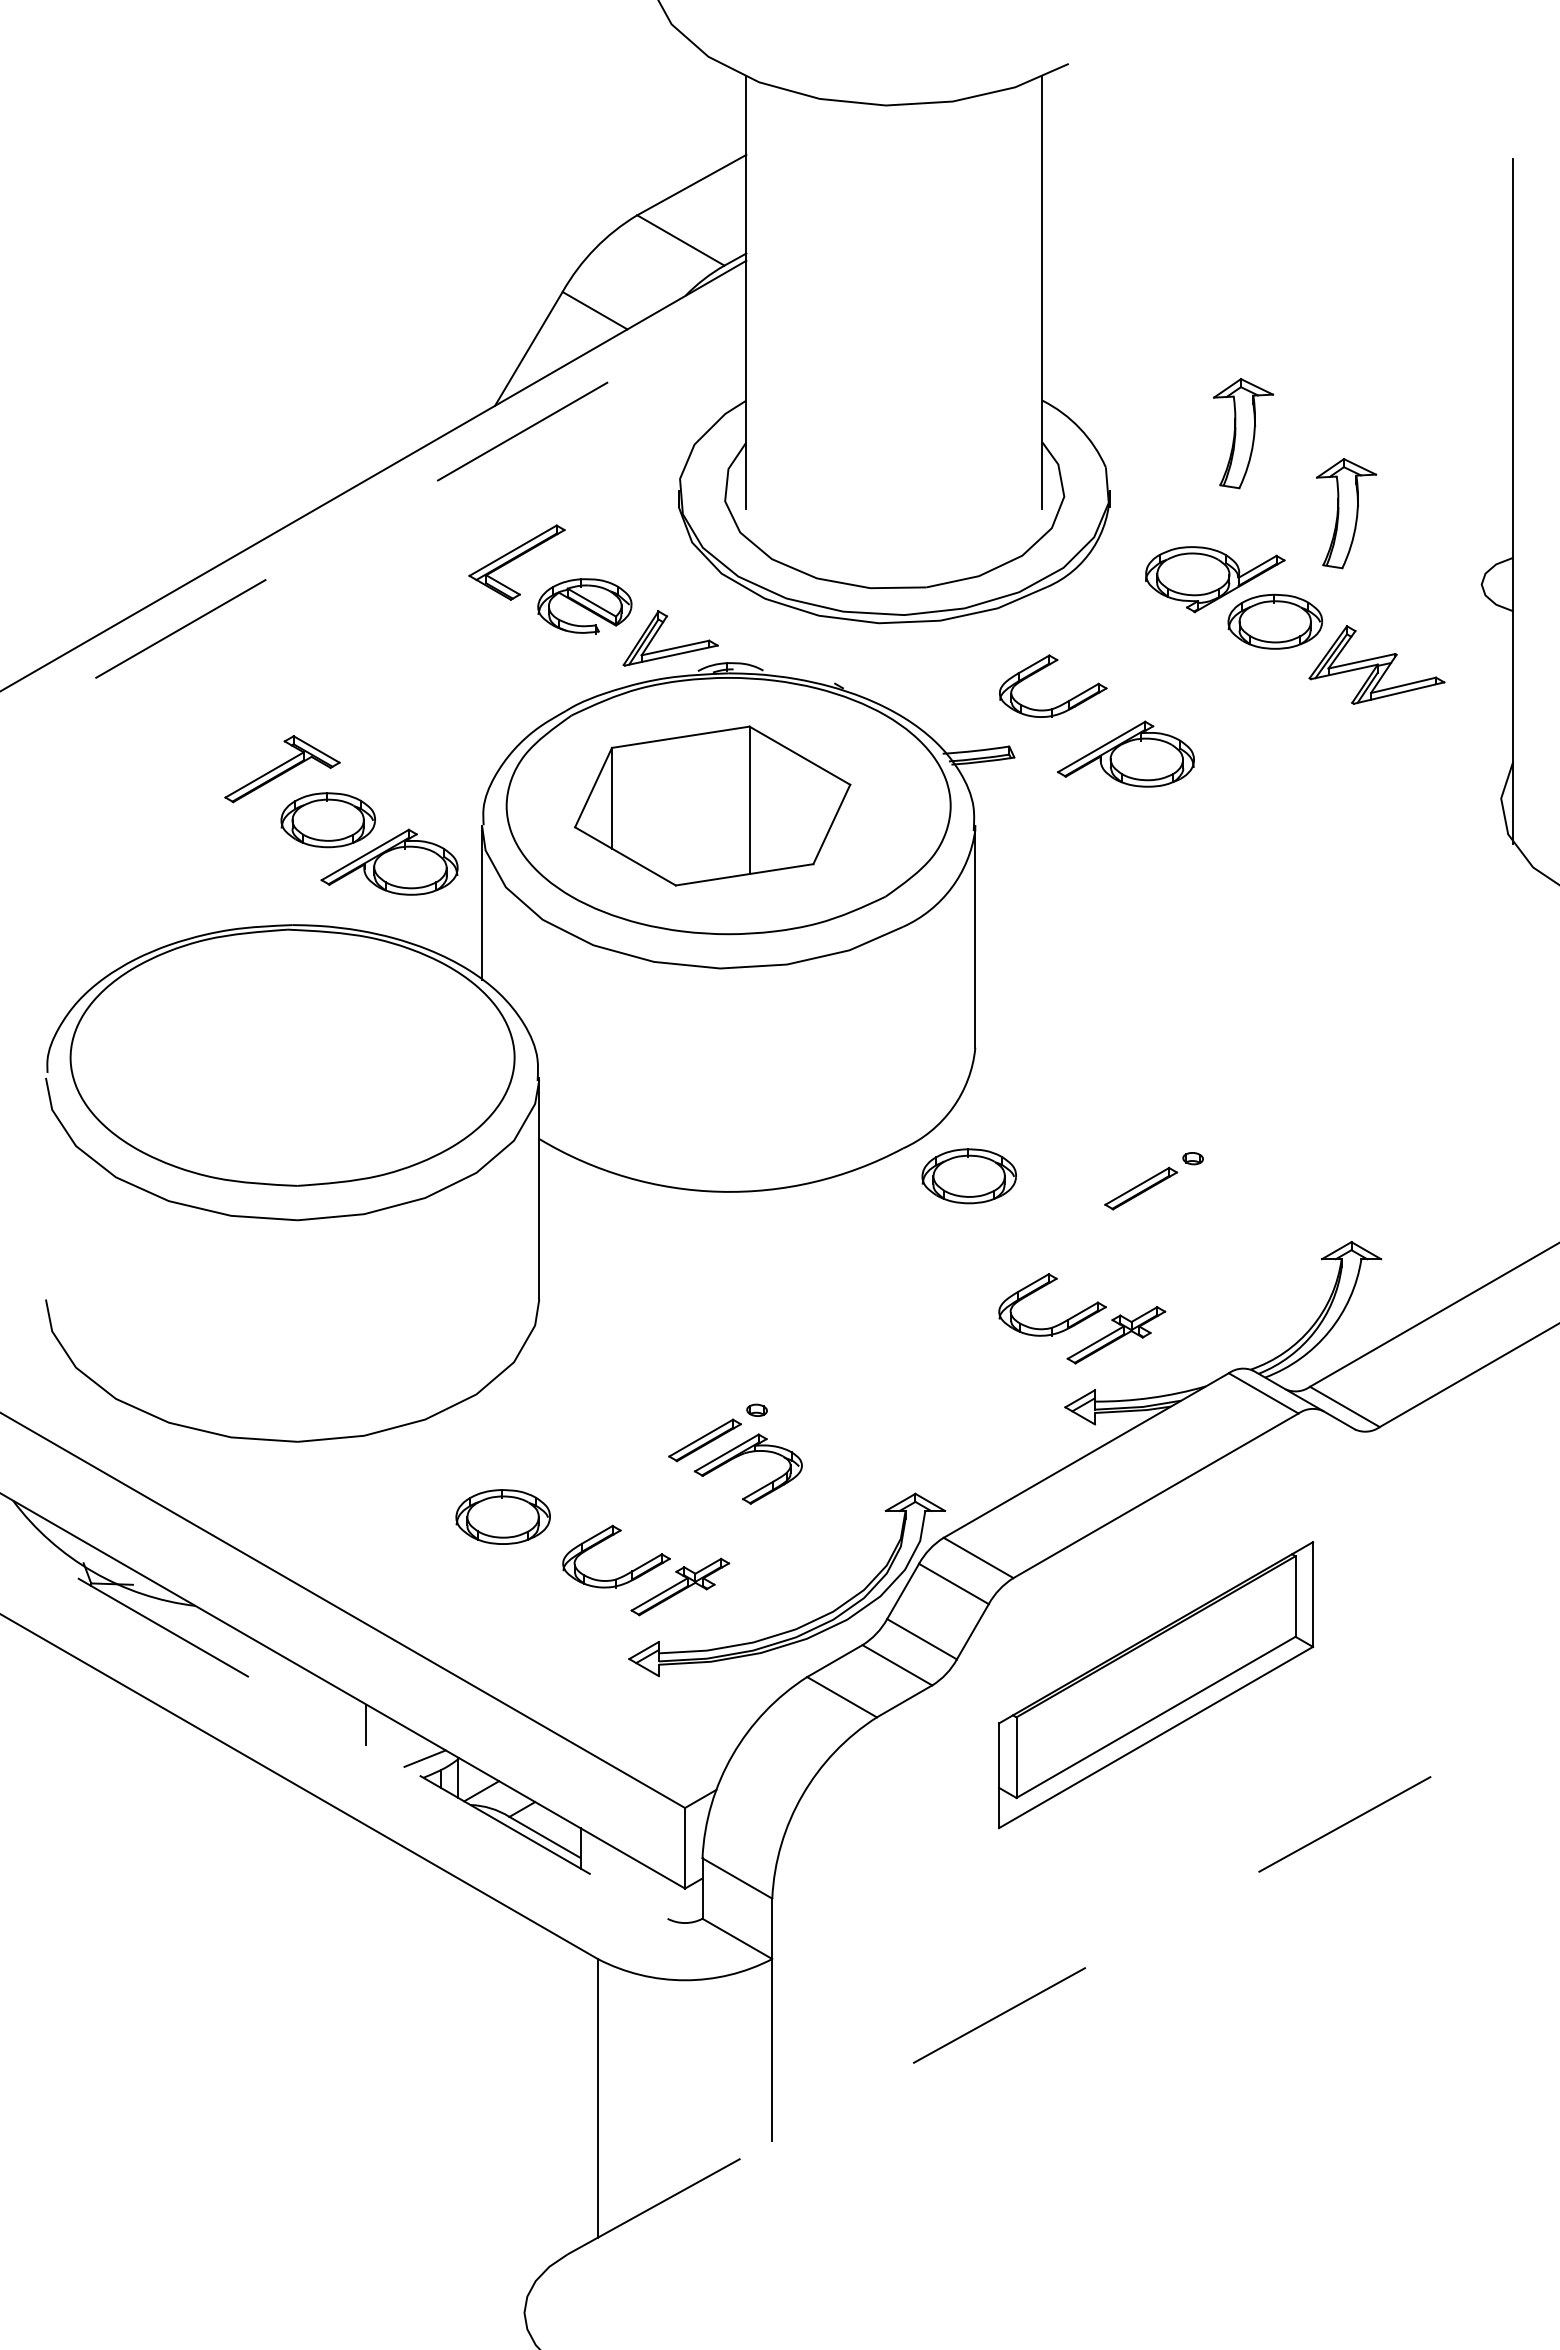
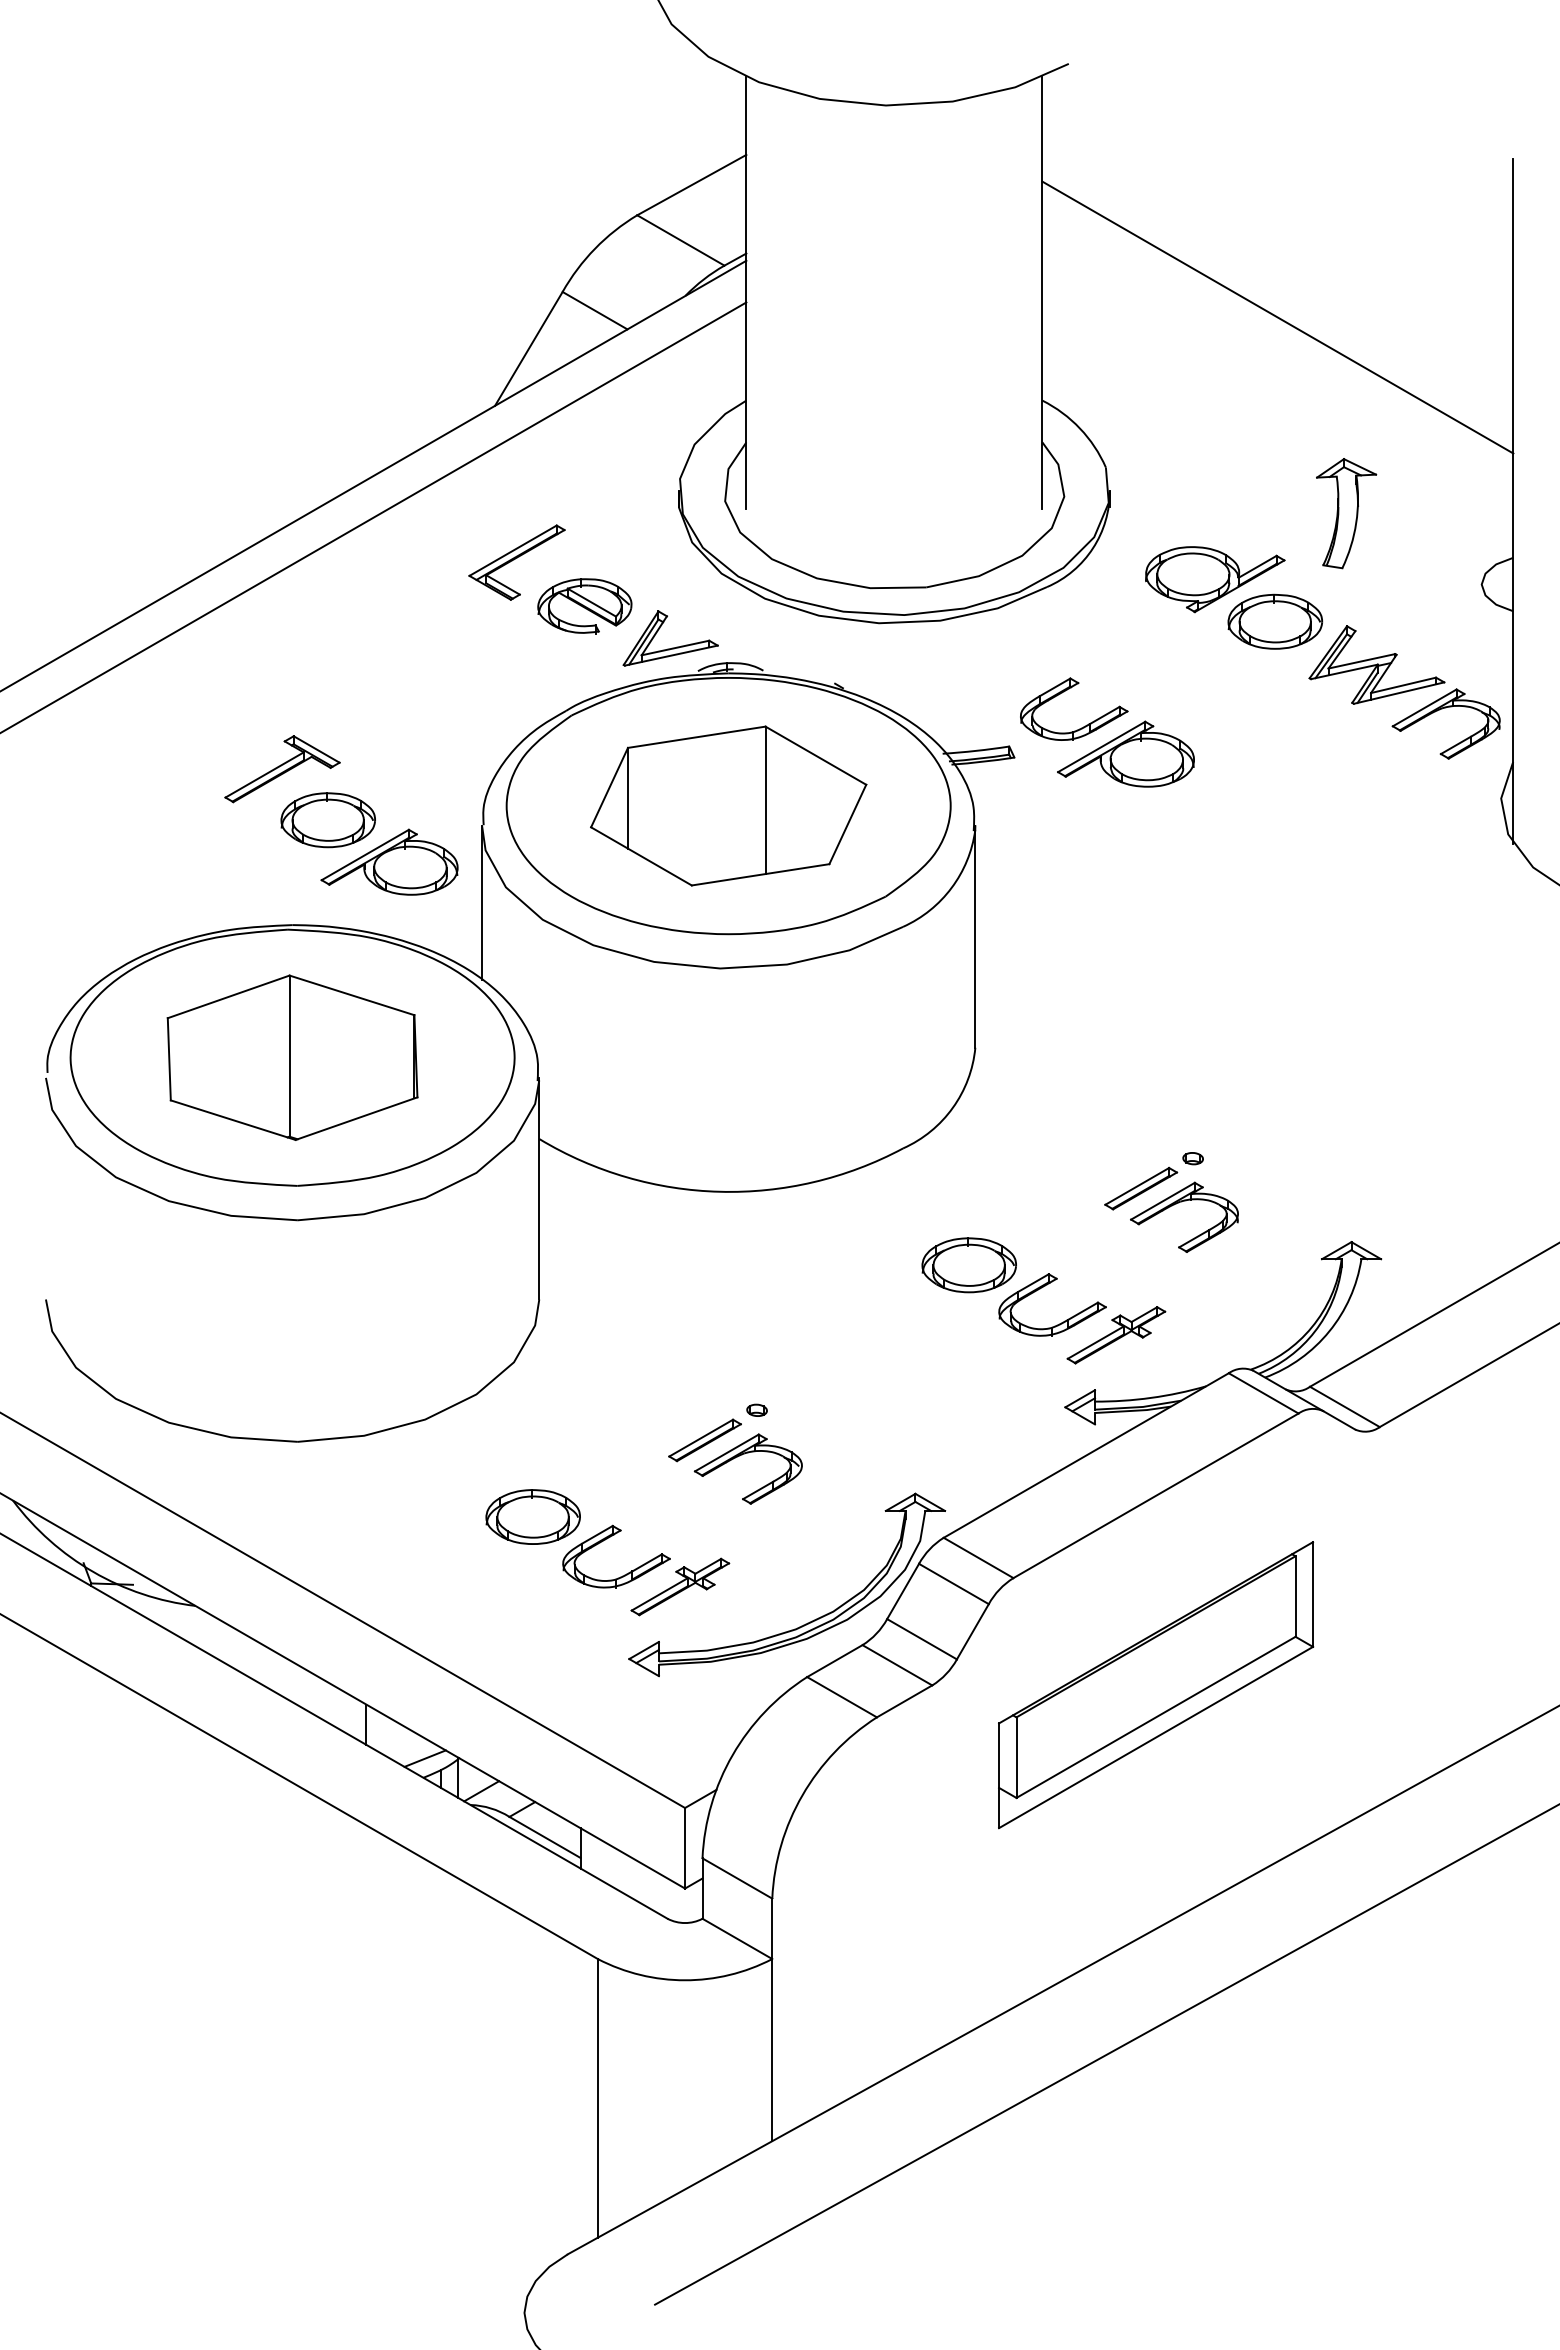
line at (1277, 317): none -> present
part at (1243, 433): present -> none
line at (373, 517): dashed -> solid
part at (1043, 669) position: (1043, 669) -> (1064, 692)
part at (1442, 709): none -> present
part at (712, 805) position: (712, 805) -> (728, 805)
part at (292, 1057): none -> present
part at (968, 1176) position: (968, 1176) -> (968, 1265)
part at (1181, 1202): none -> present
part at (502, 1516) position: (502, 1516) -> (532, 1516)
line at (334, 1726): dashed -> solid
line at (1063, 1979): dashed -> solid
line at (1105, 2054): none -> present
